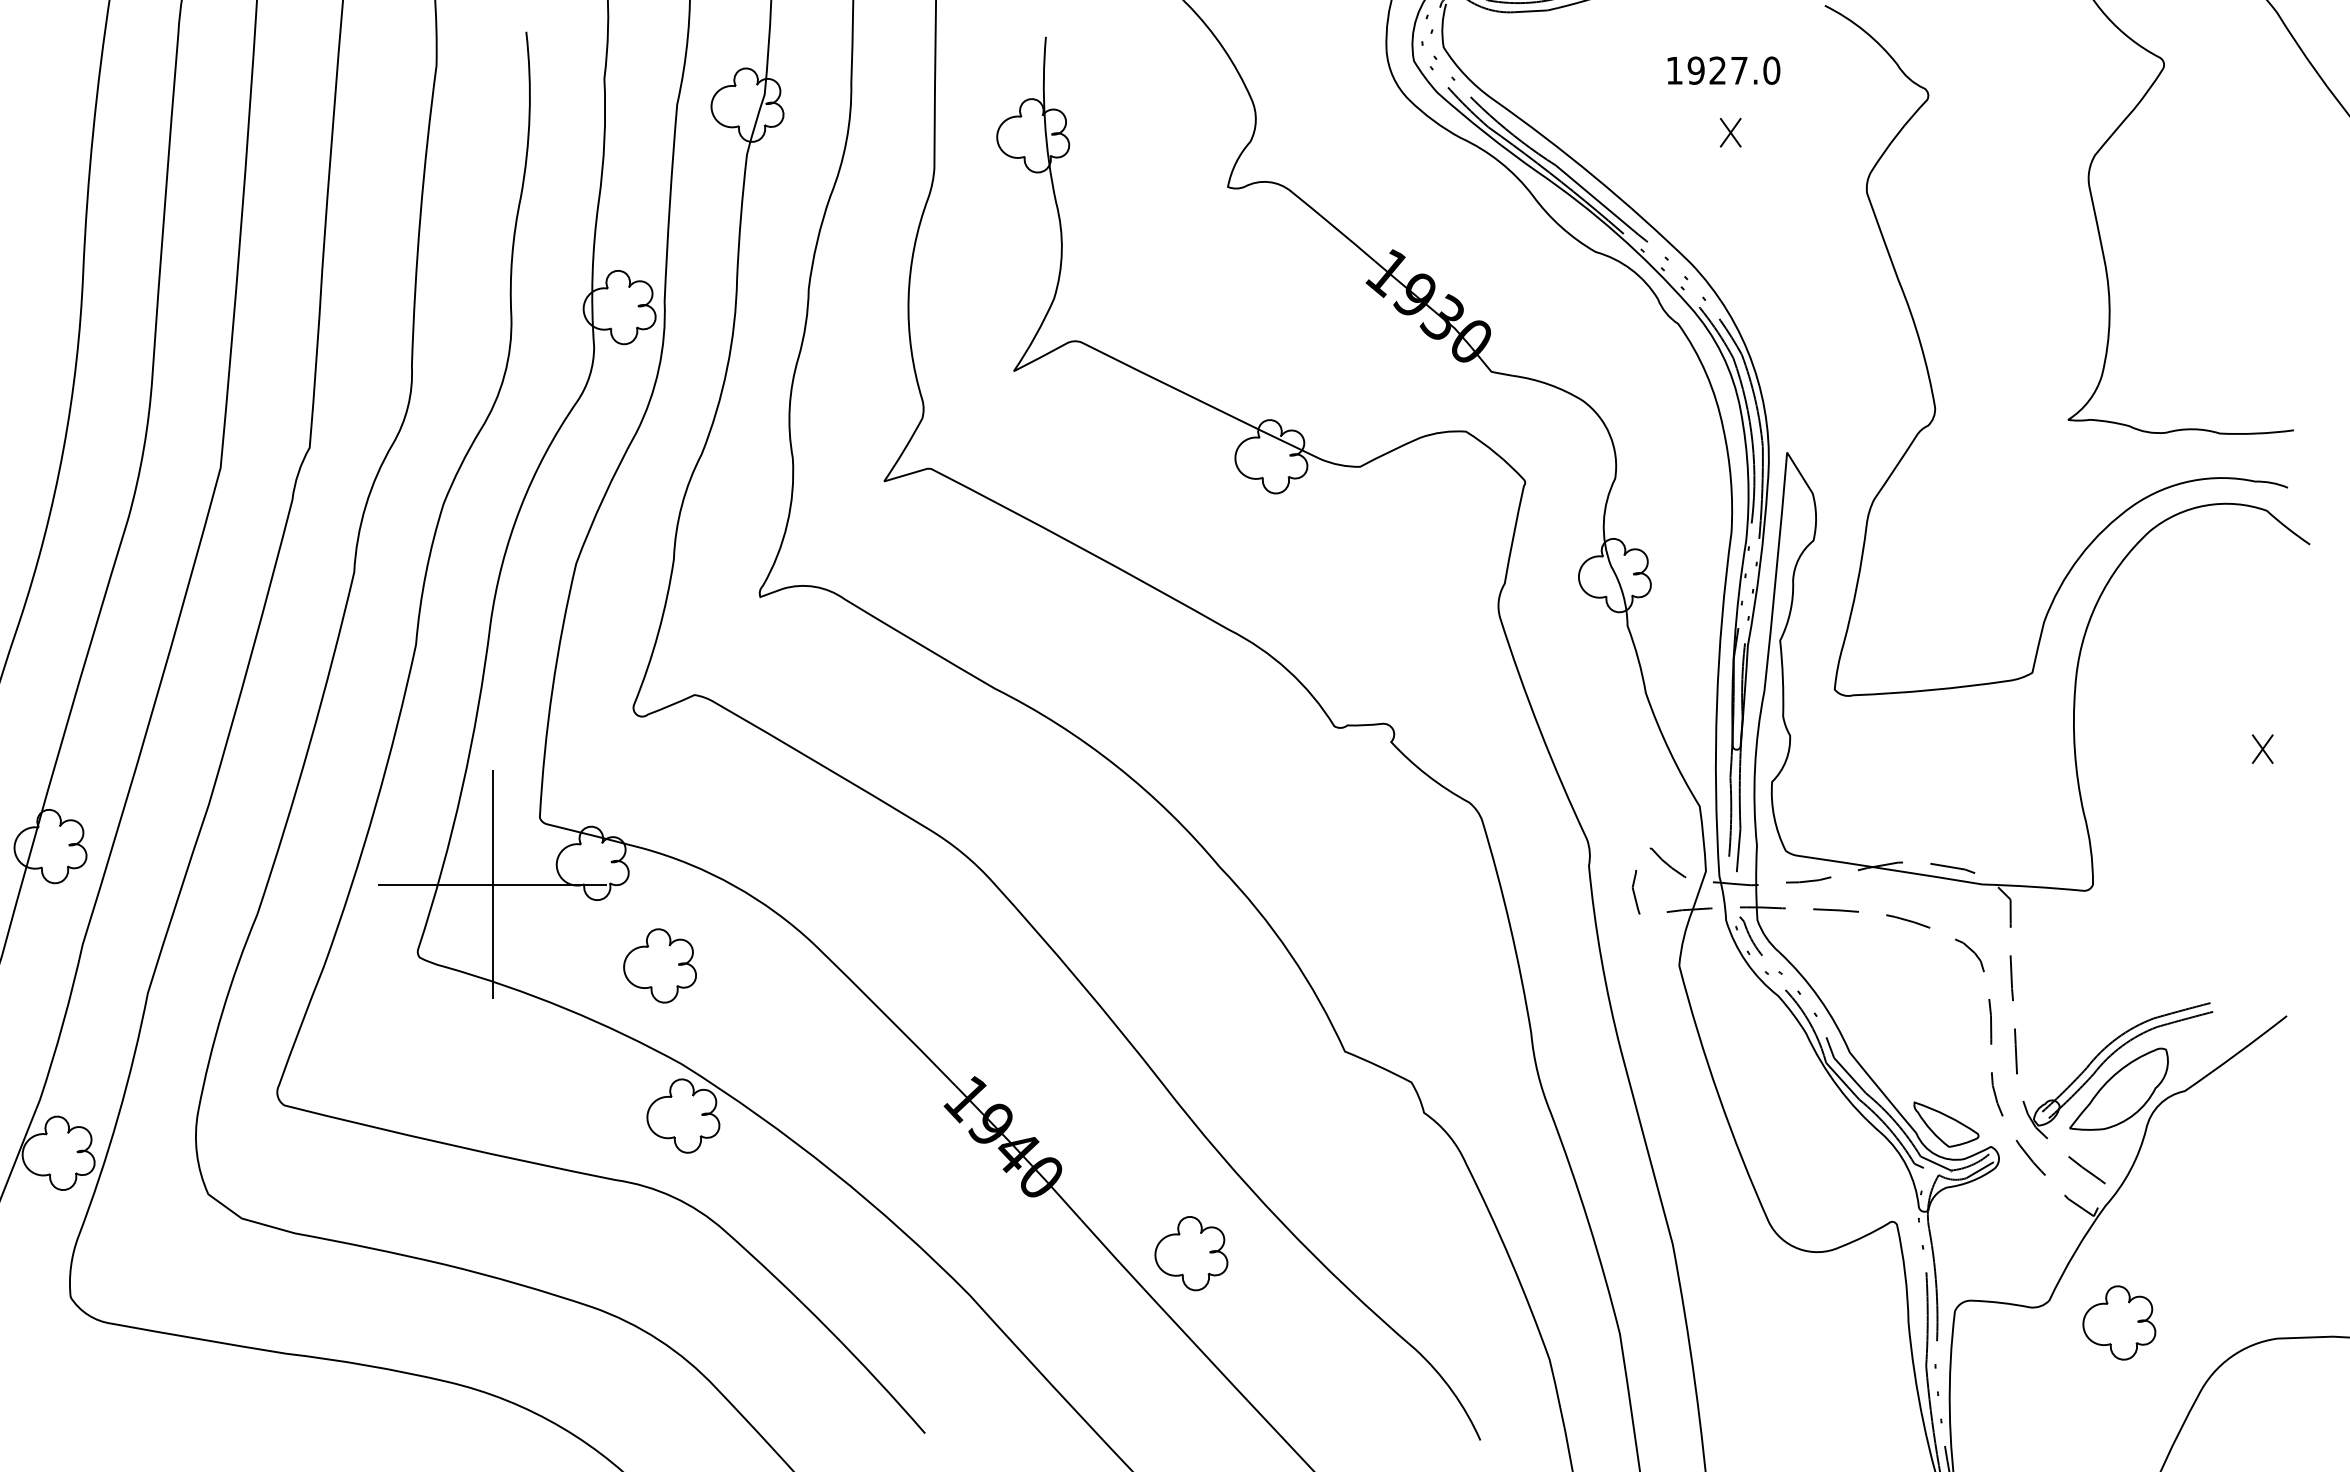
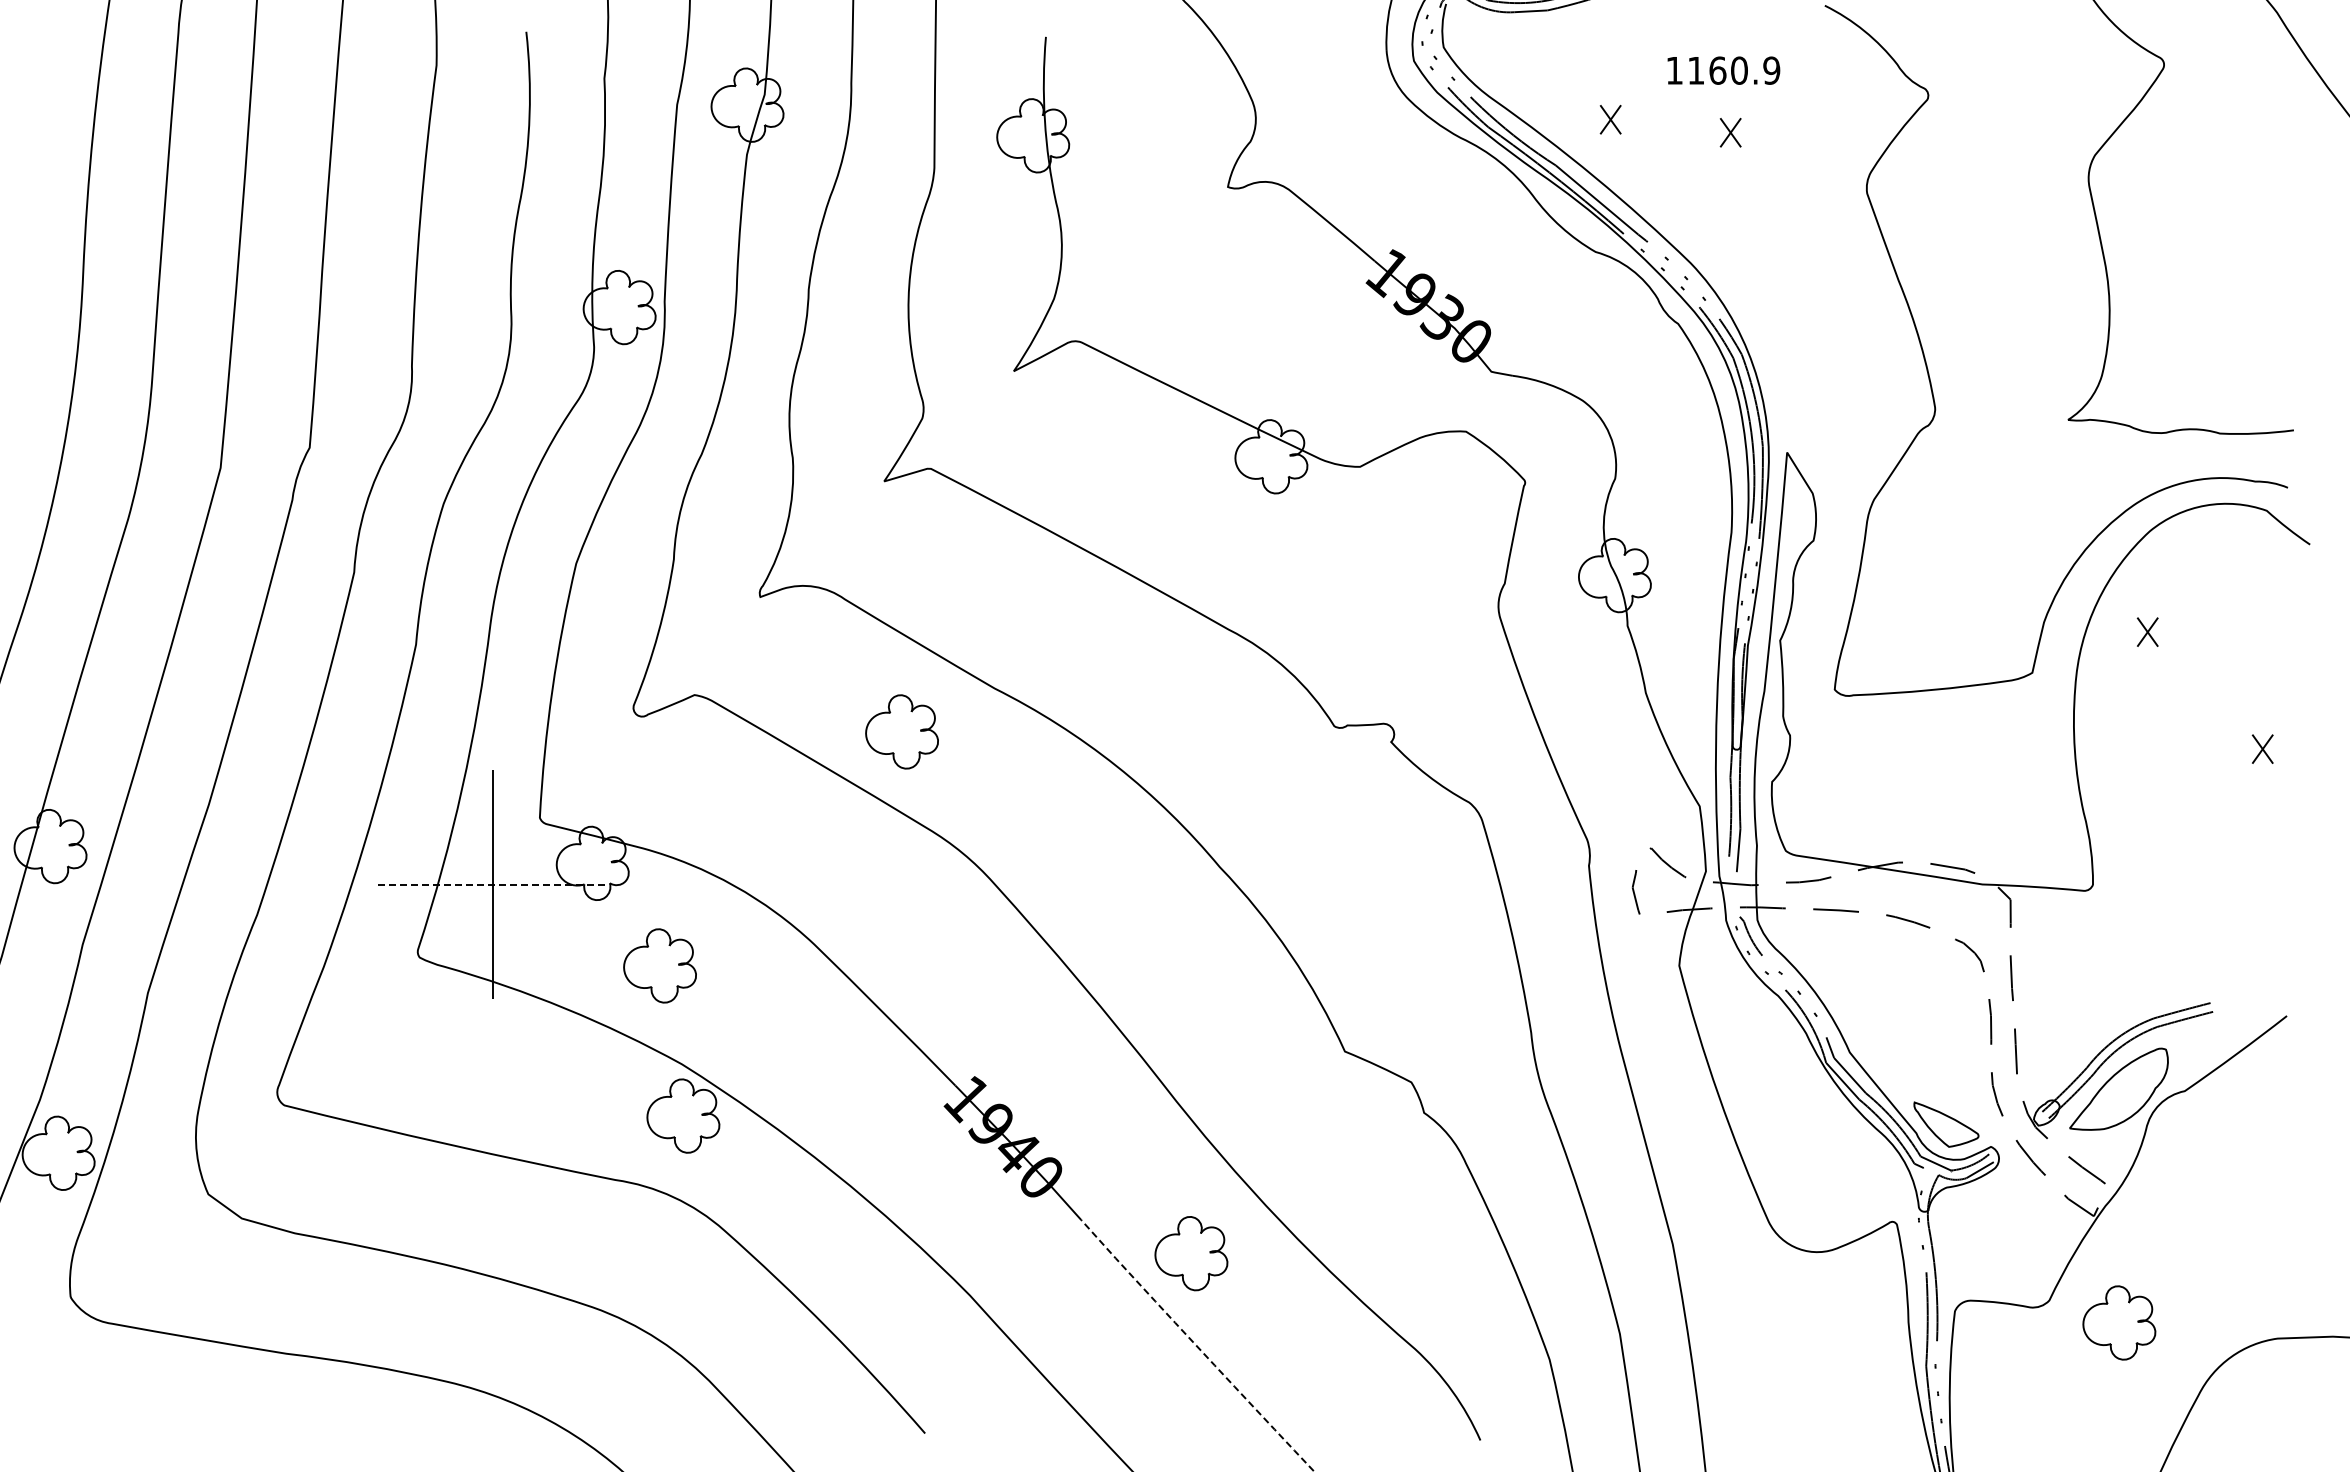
text at (1733, 70): 1927.0 -> 1160.9
part at (1610, 119): none -> present
part at (2147, 631): none -> present
part at (901, 731): none -> present
line at (492, 884): solid -> dashed
line at (1196, 1345): solid -> dashed
